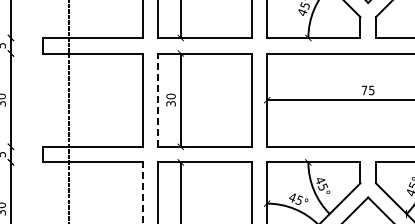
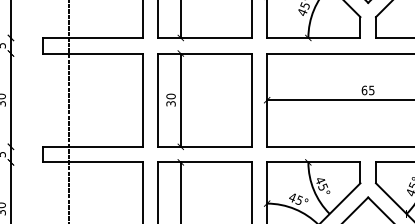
text at (364, 90): 75 -> 65
line at (158, 100): dashed -> solid
line at (142, 193): dashed -> solid
